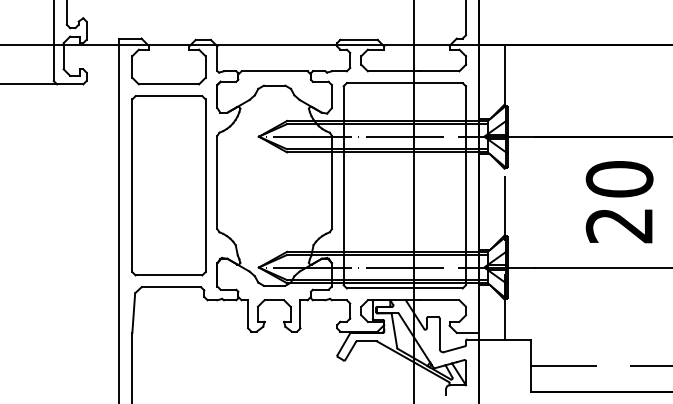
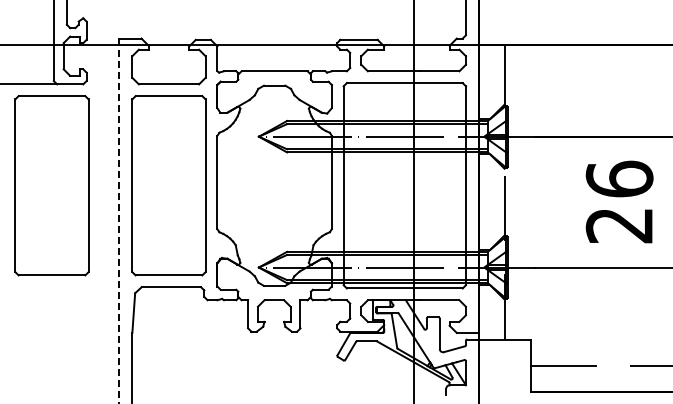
text at (619, 178): 20 -> 26
part at (51, 185): none -> present
line at (119, 221): solid -> dashed
